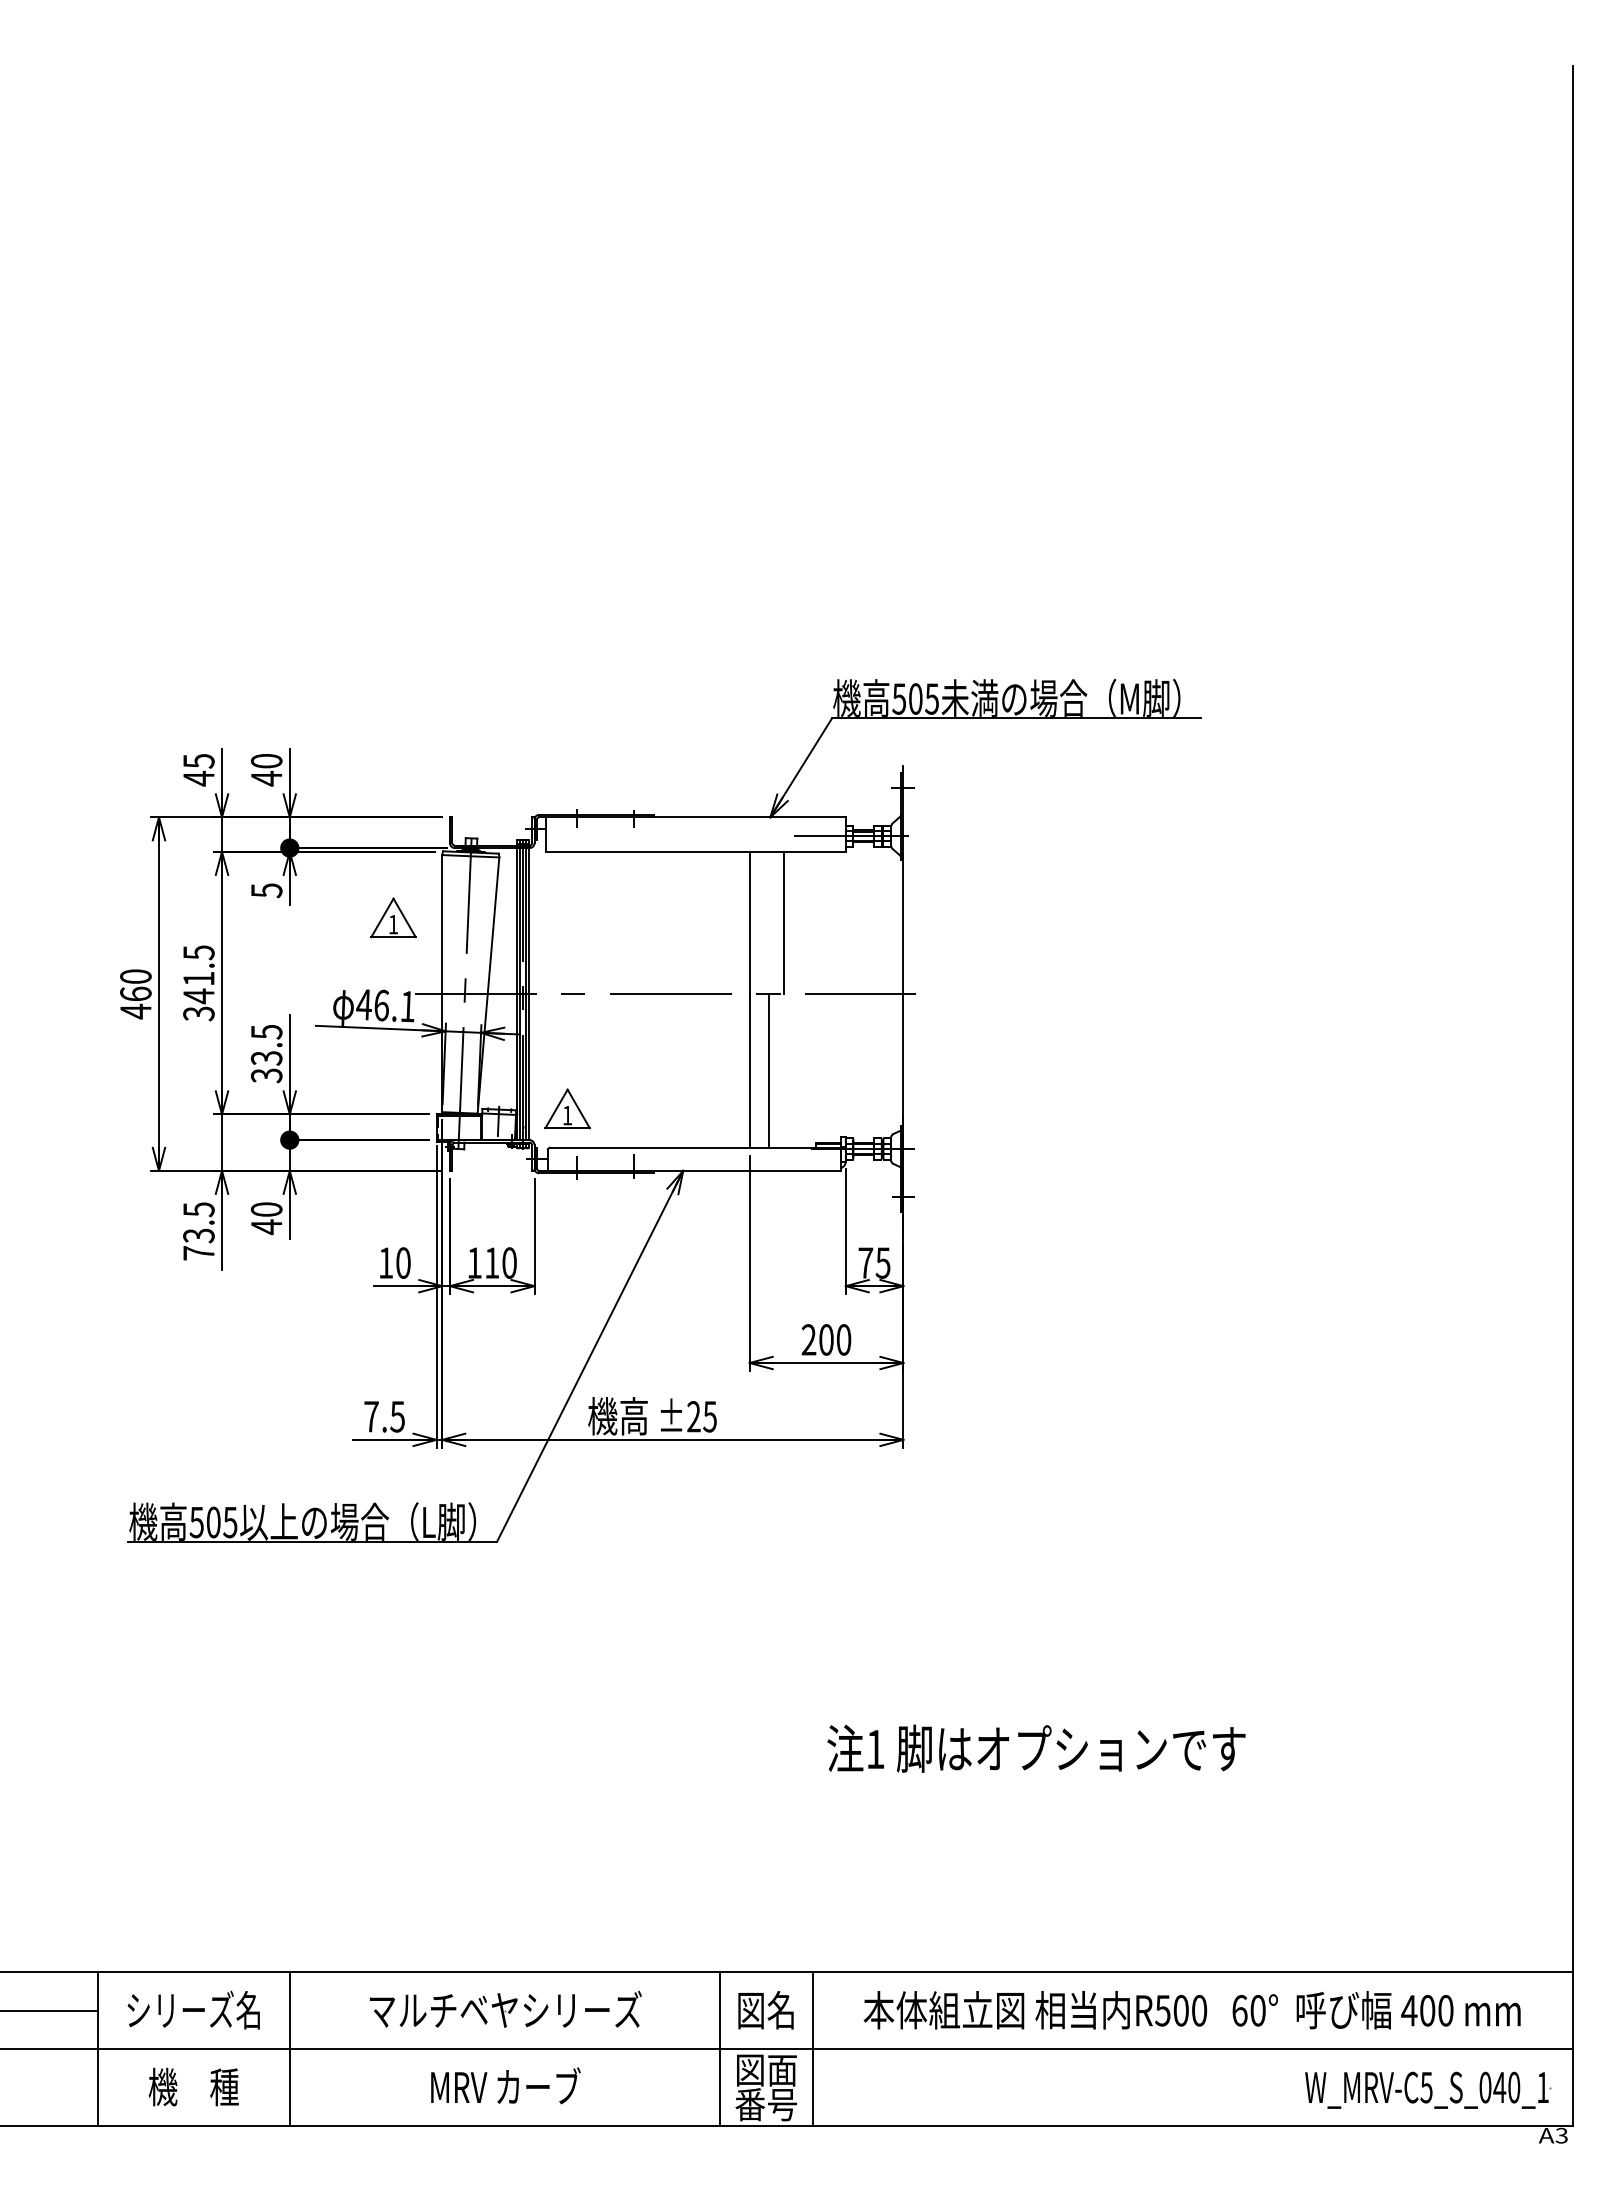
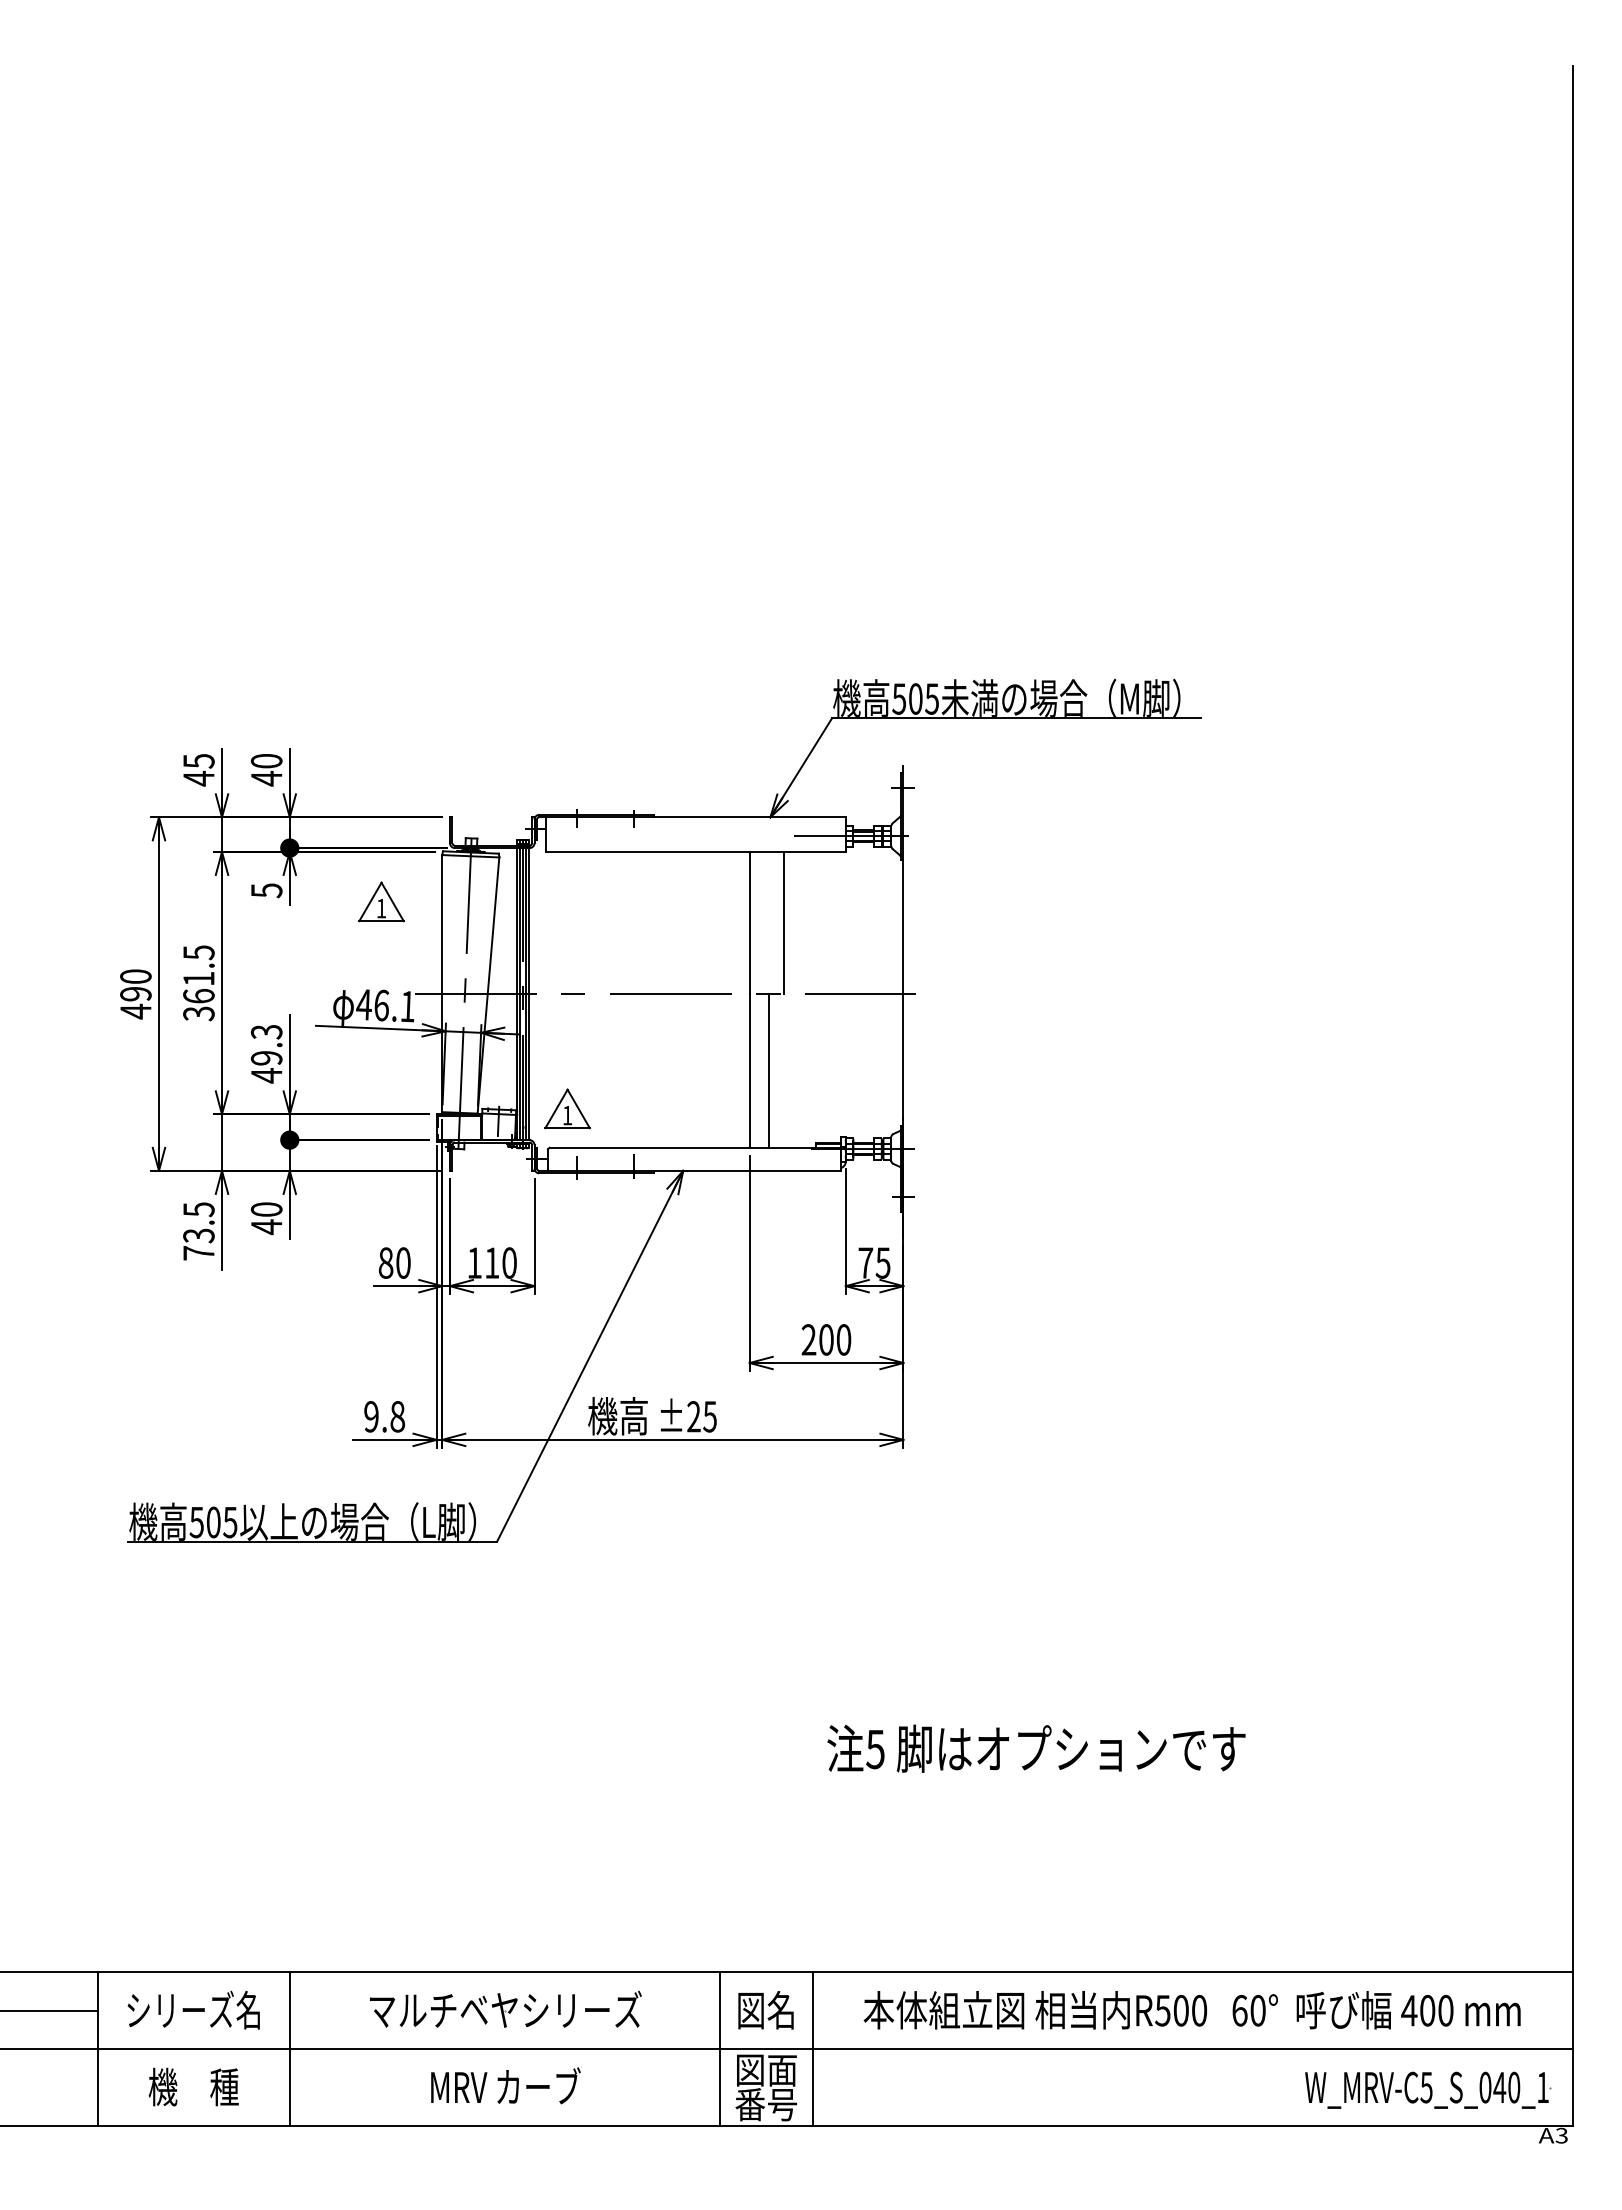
part at (393, 917) position: (393, 917) -> (381, 901)
text at (135, 993): 460 -> 490
text at (198, 996): 341.5 -> 361.5
text at (266, 1054): 33.5 -> 49.3
text at (385, 1262): 10 -> 80
text at (384, 1416): 7.5 -> 9.8
text at (875, 1749): 1 -> 5
